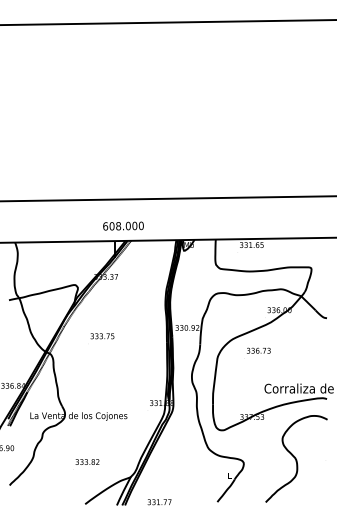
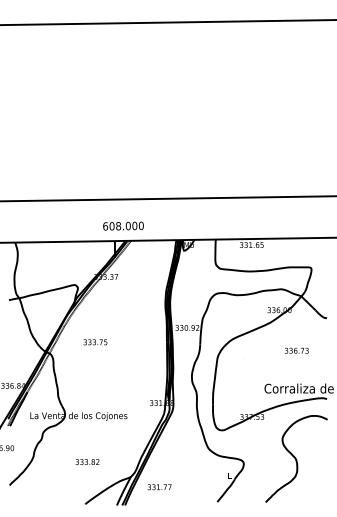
text at (102, 336) position: (102, 336) -> (95, 342)
text at (258, 350) position: (258, 350) -> (296, 350)
text at (159, 502) position: (159, 502) -> (159, 487)
